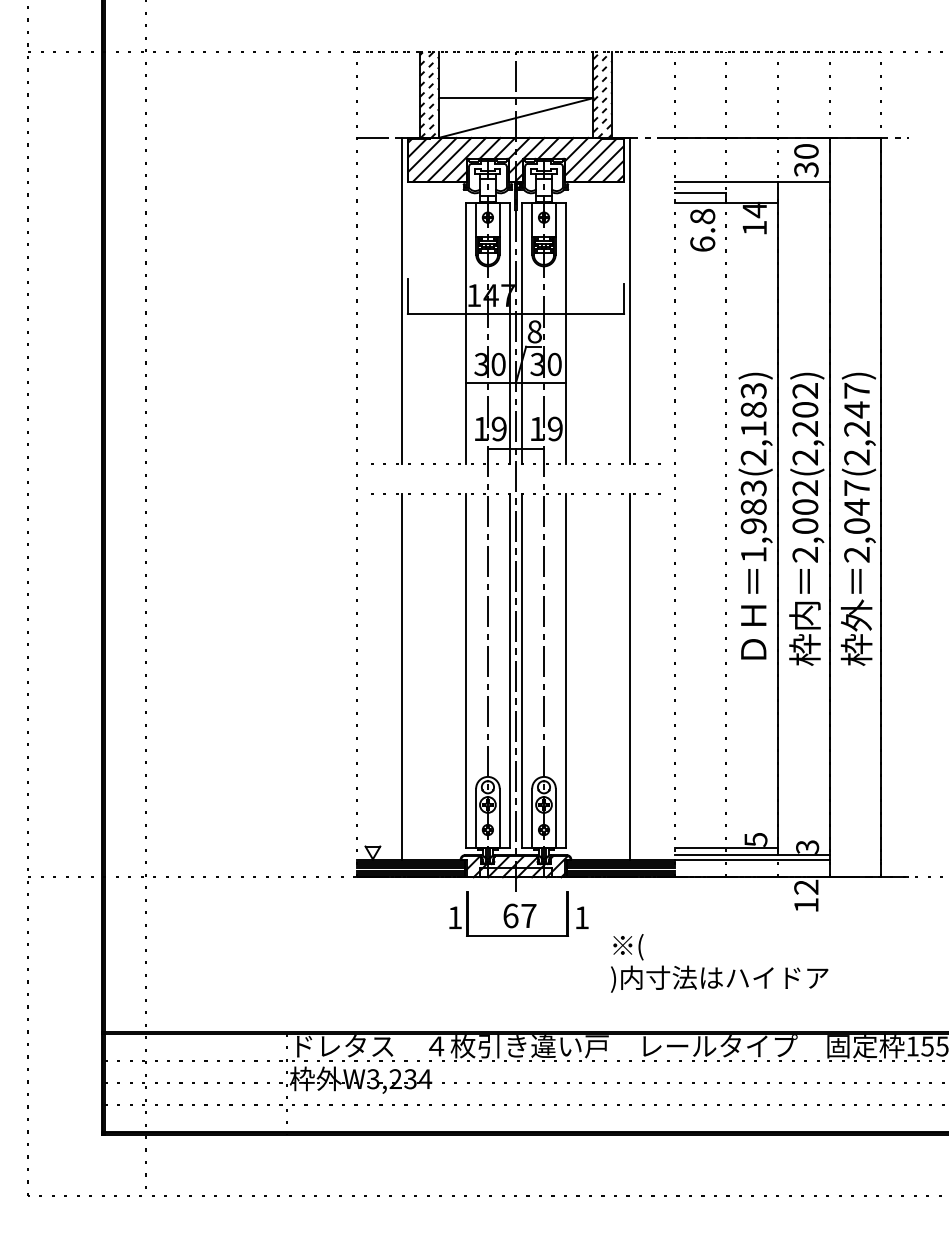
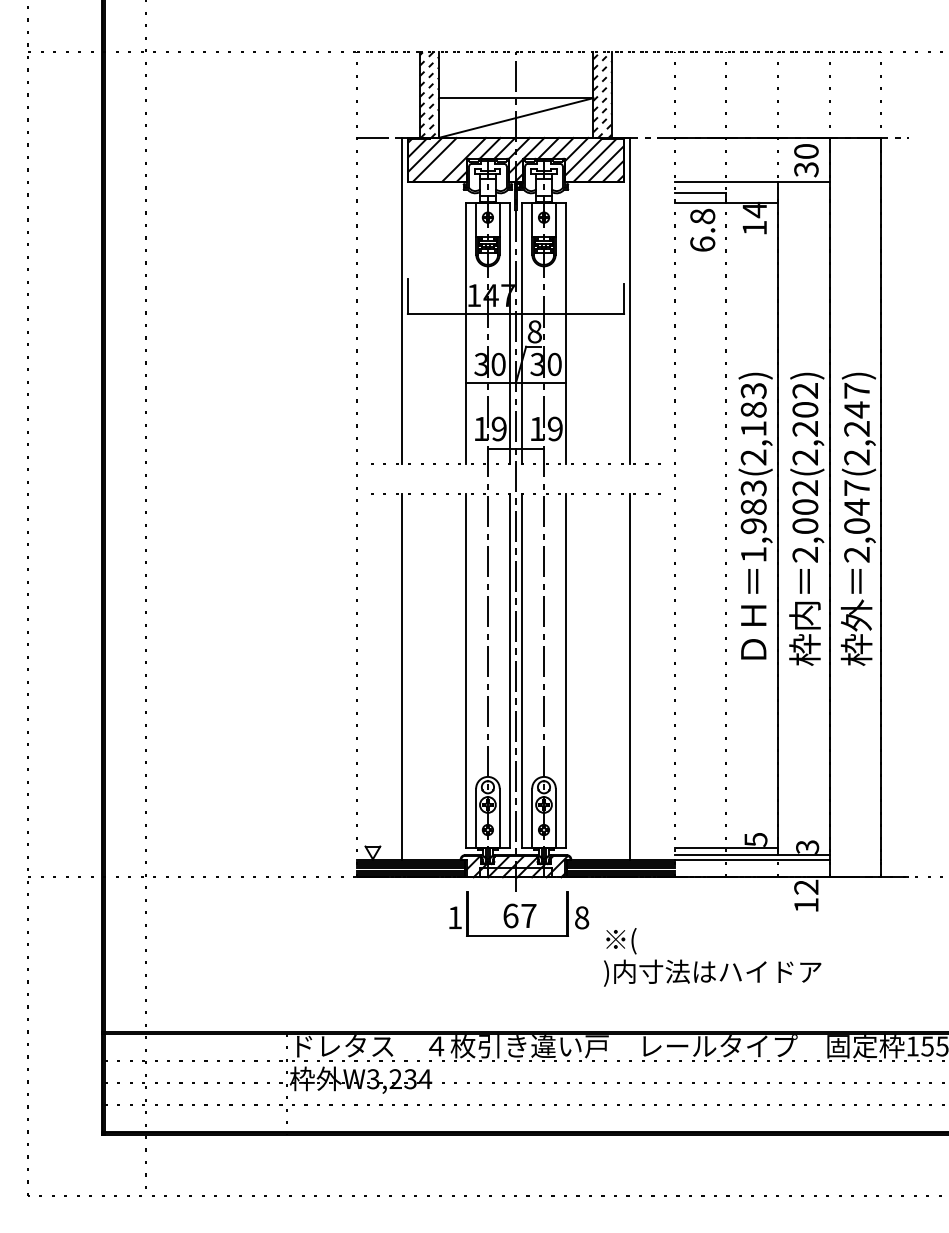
line at (449, 159): present -> none
text at (582, 917): 1 -> 8
text at (719, 963) position: (719, 963) -> (712, 957)
